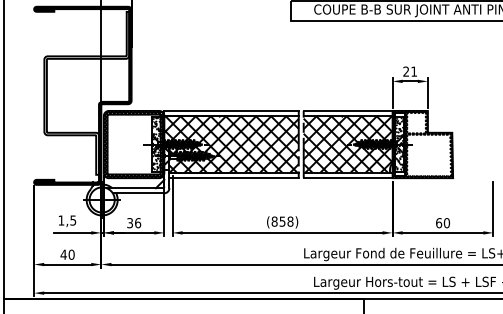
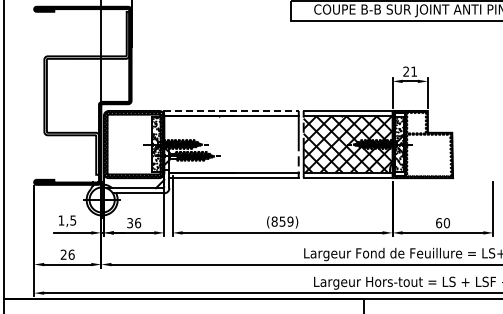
line at (232, 110): solid -> dashed
hatch at (231, 144): present -> none
text at (290, 221): (858) -> (859)
text at (67, 254): 40 -> 26
